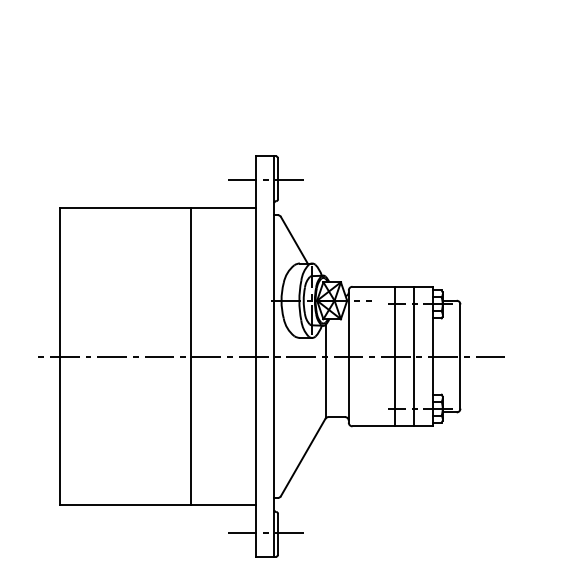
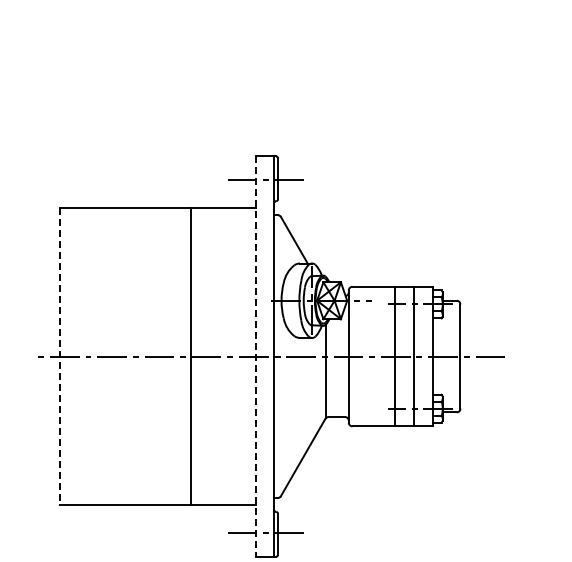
line at (60, 356): solid -> dashed
line at (255, 357): solid -> dashed
